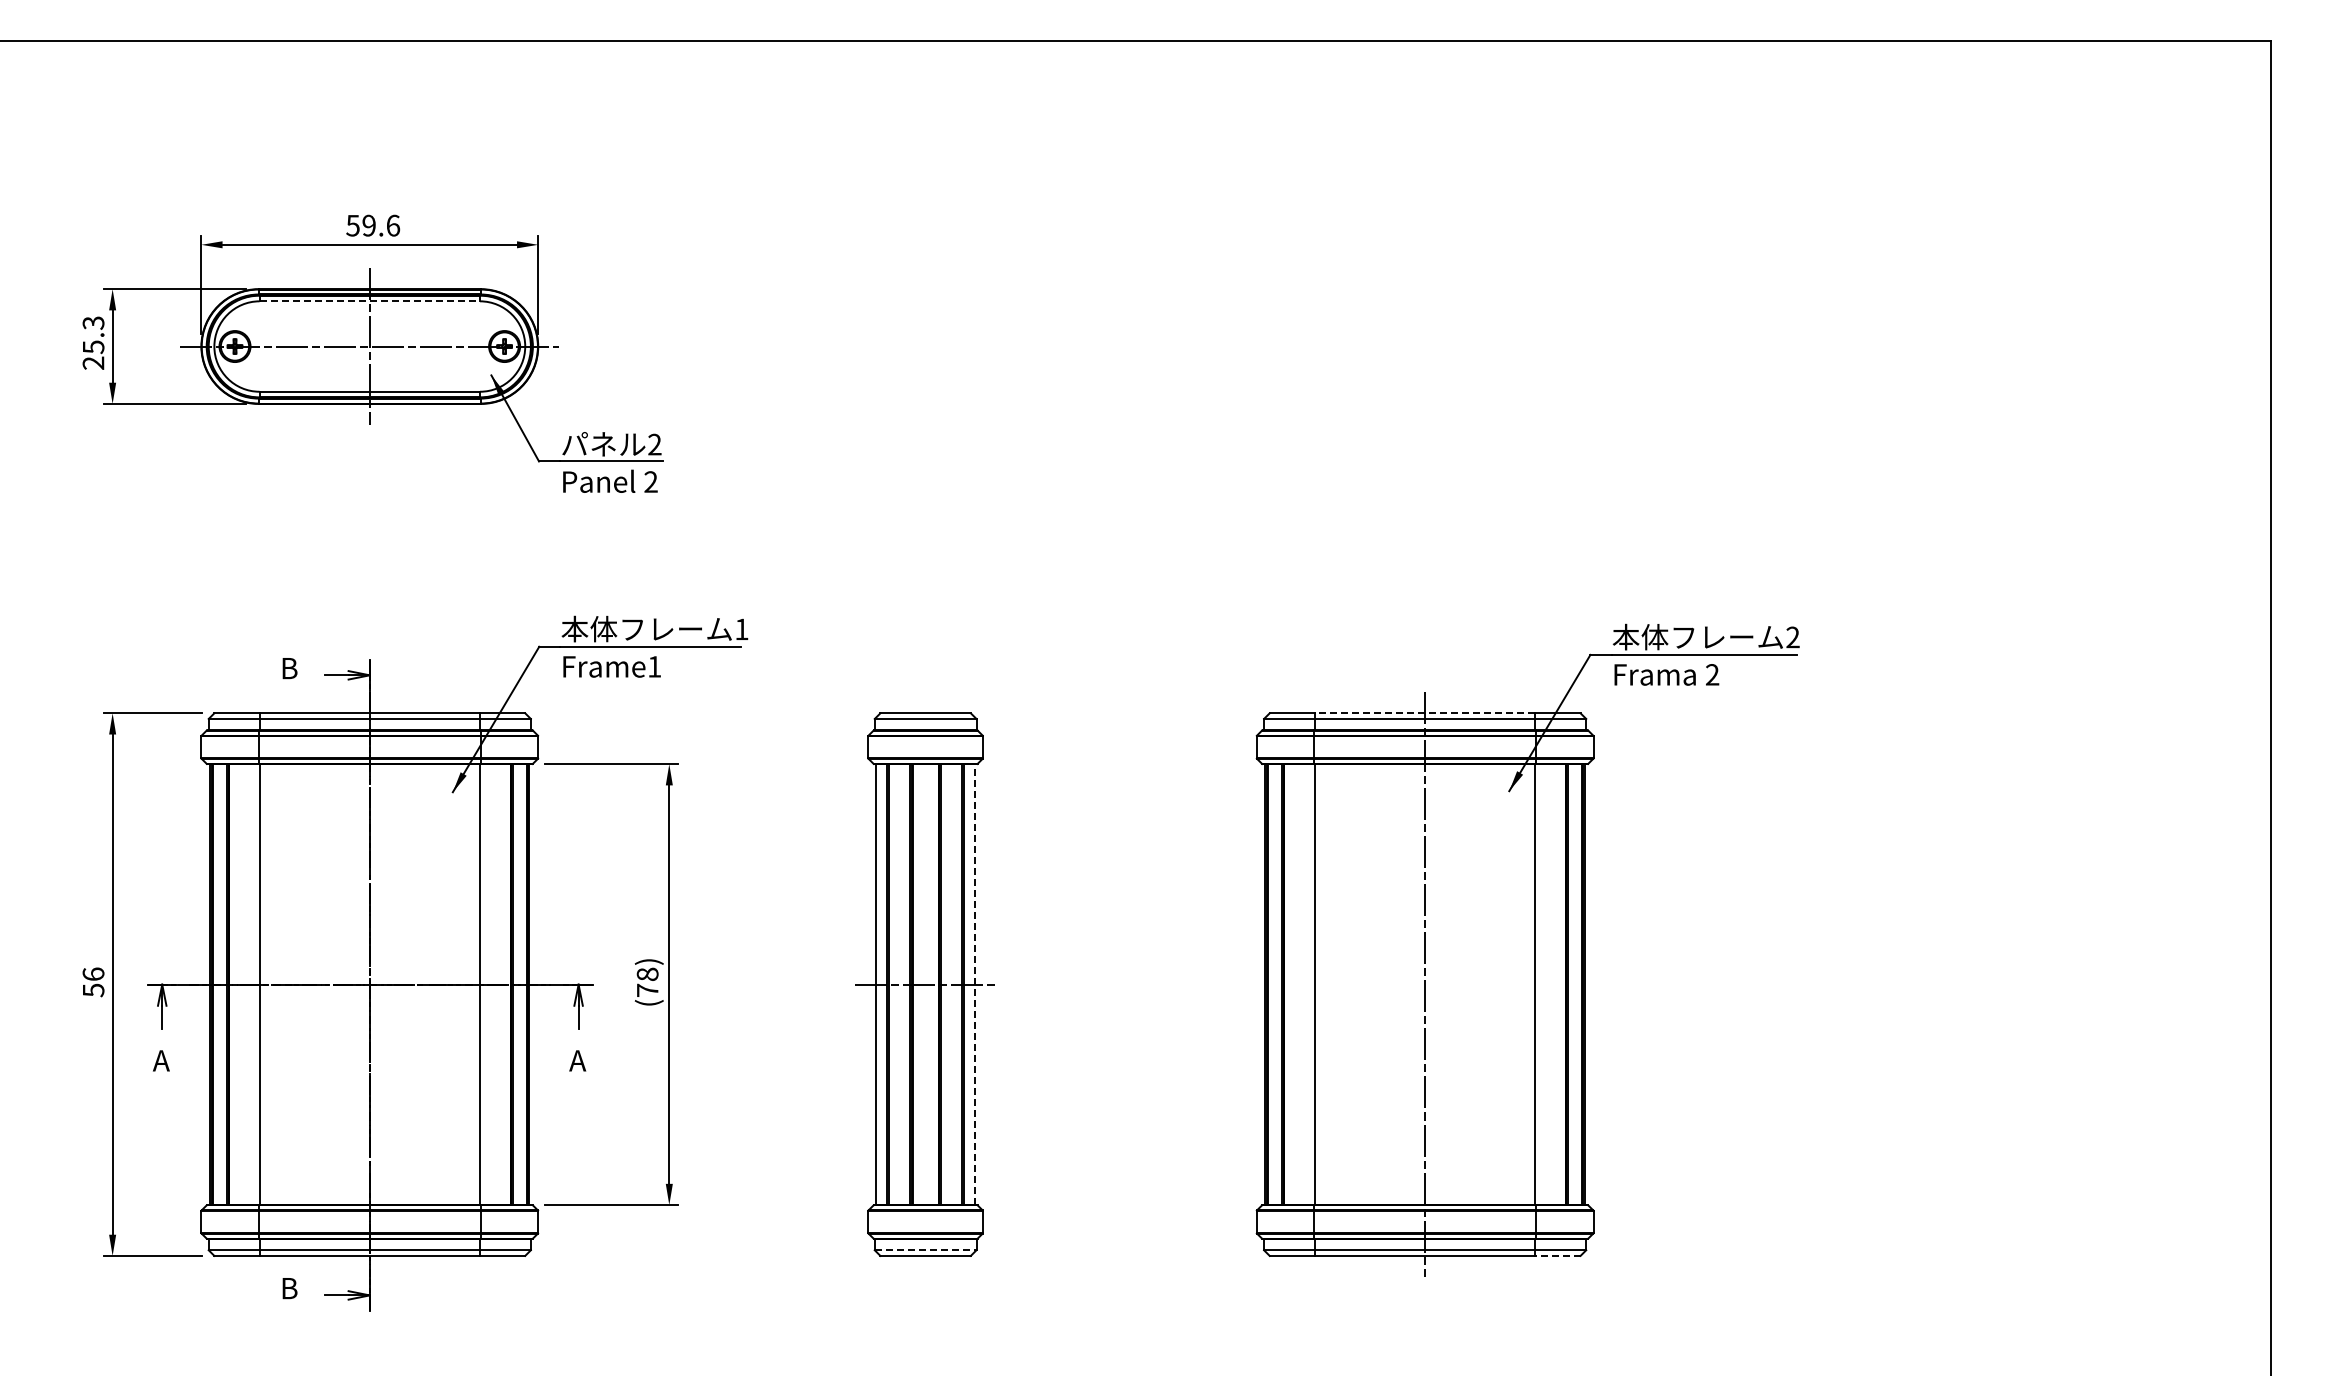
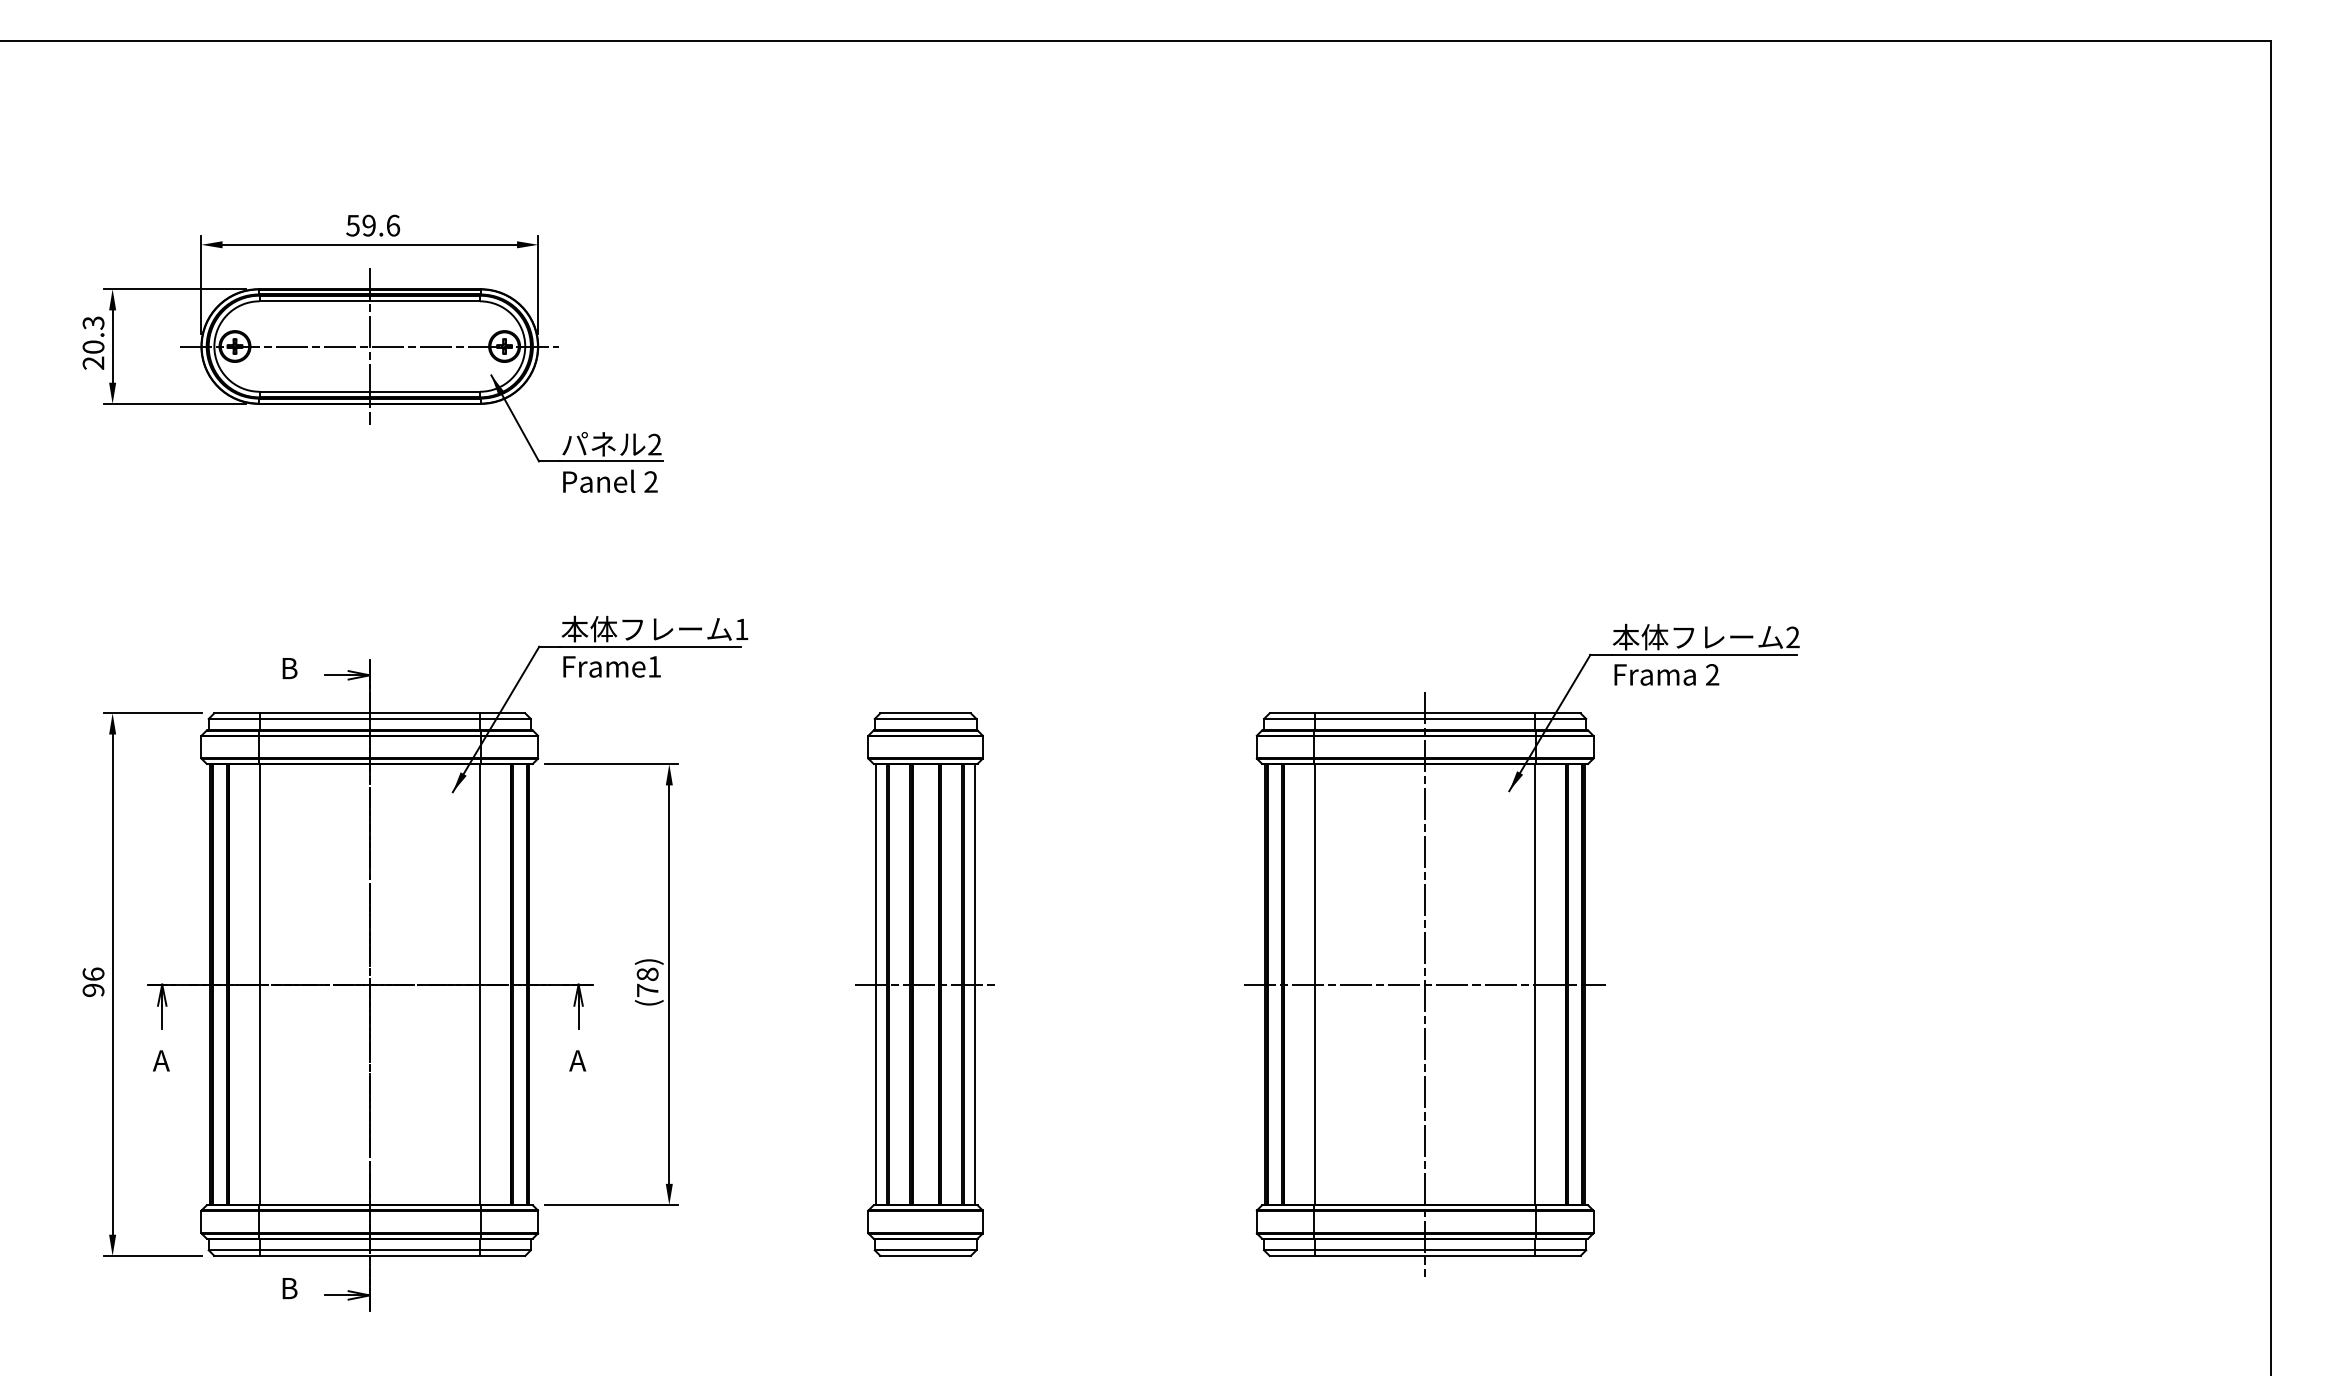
line at (370, 301): dashed -> solid
text at (93, 347): 25.3 -> 20.3
line at (1424, 713): dashed -> solid
line at (975, 984): dashed -> solid
line at (1425, 984): none -> present
text at (93, 990): 56 -> 96
line at (925, 1250): dashed -> solid
line at (1557, 1255): dashed -> solid
